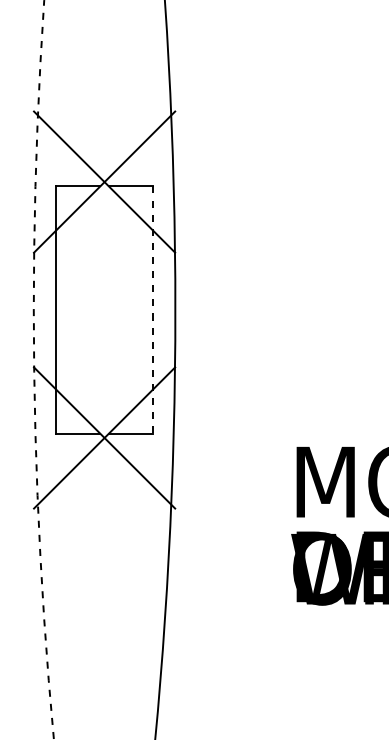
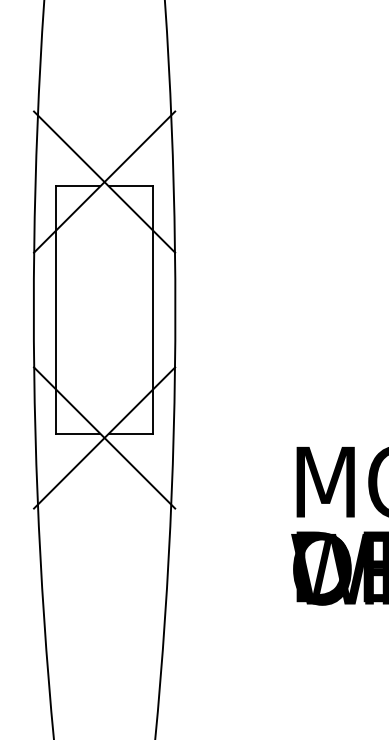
line at (152, 310): dashed -> solid
arc at (34, 370): dashed -> solid
